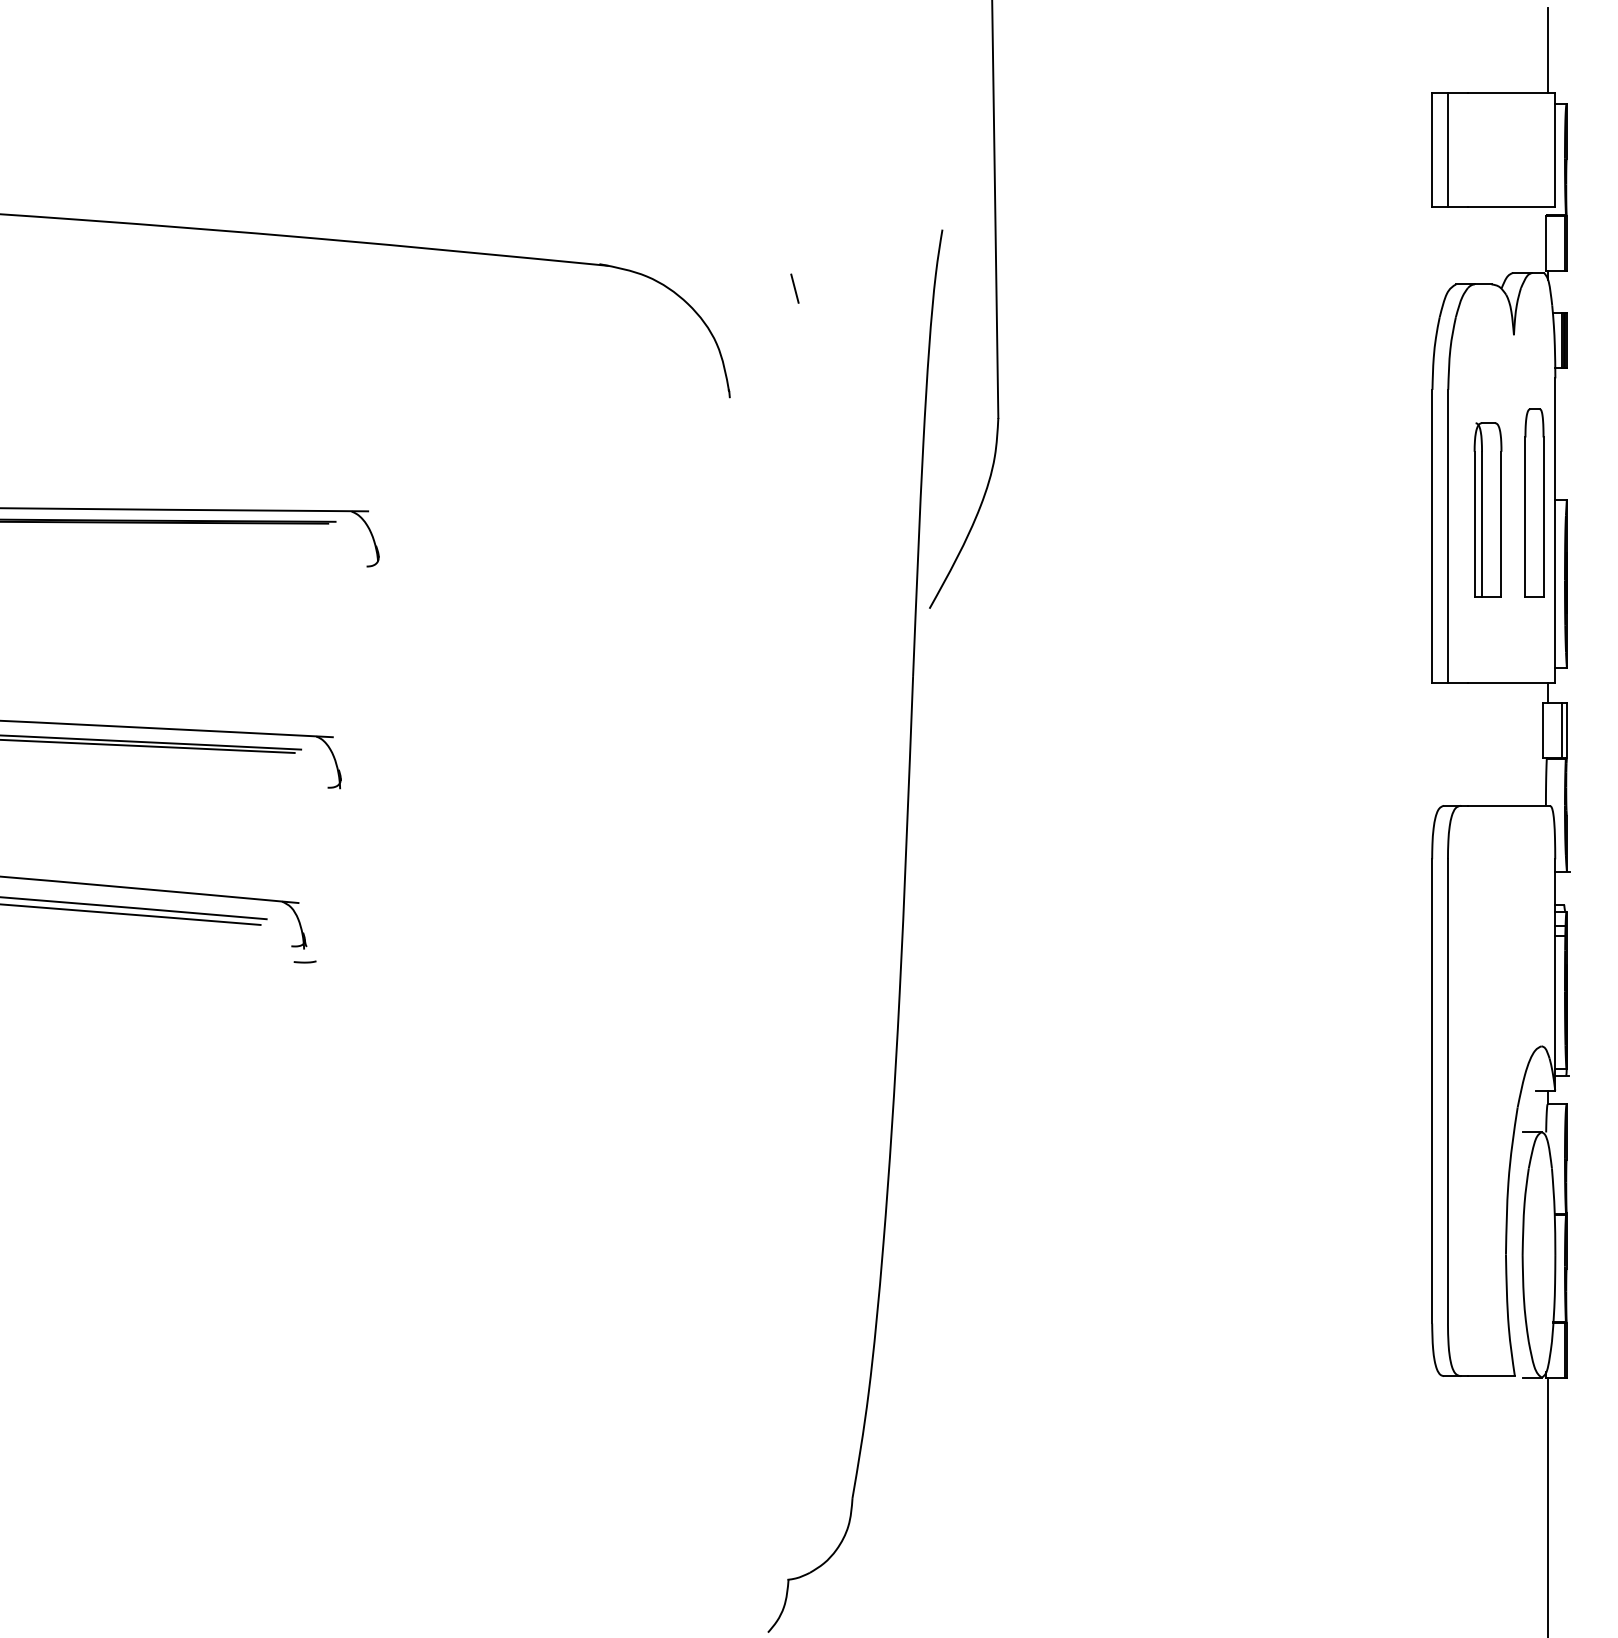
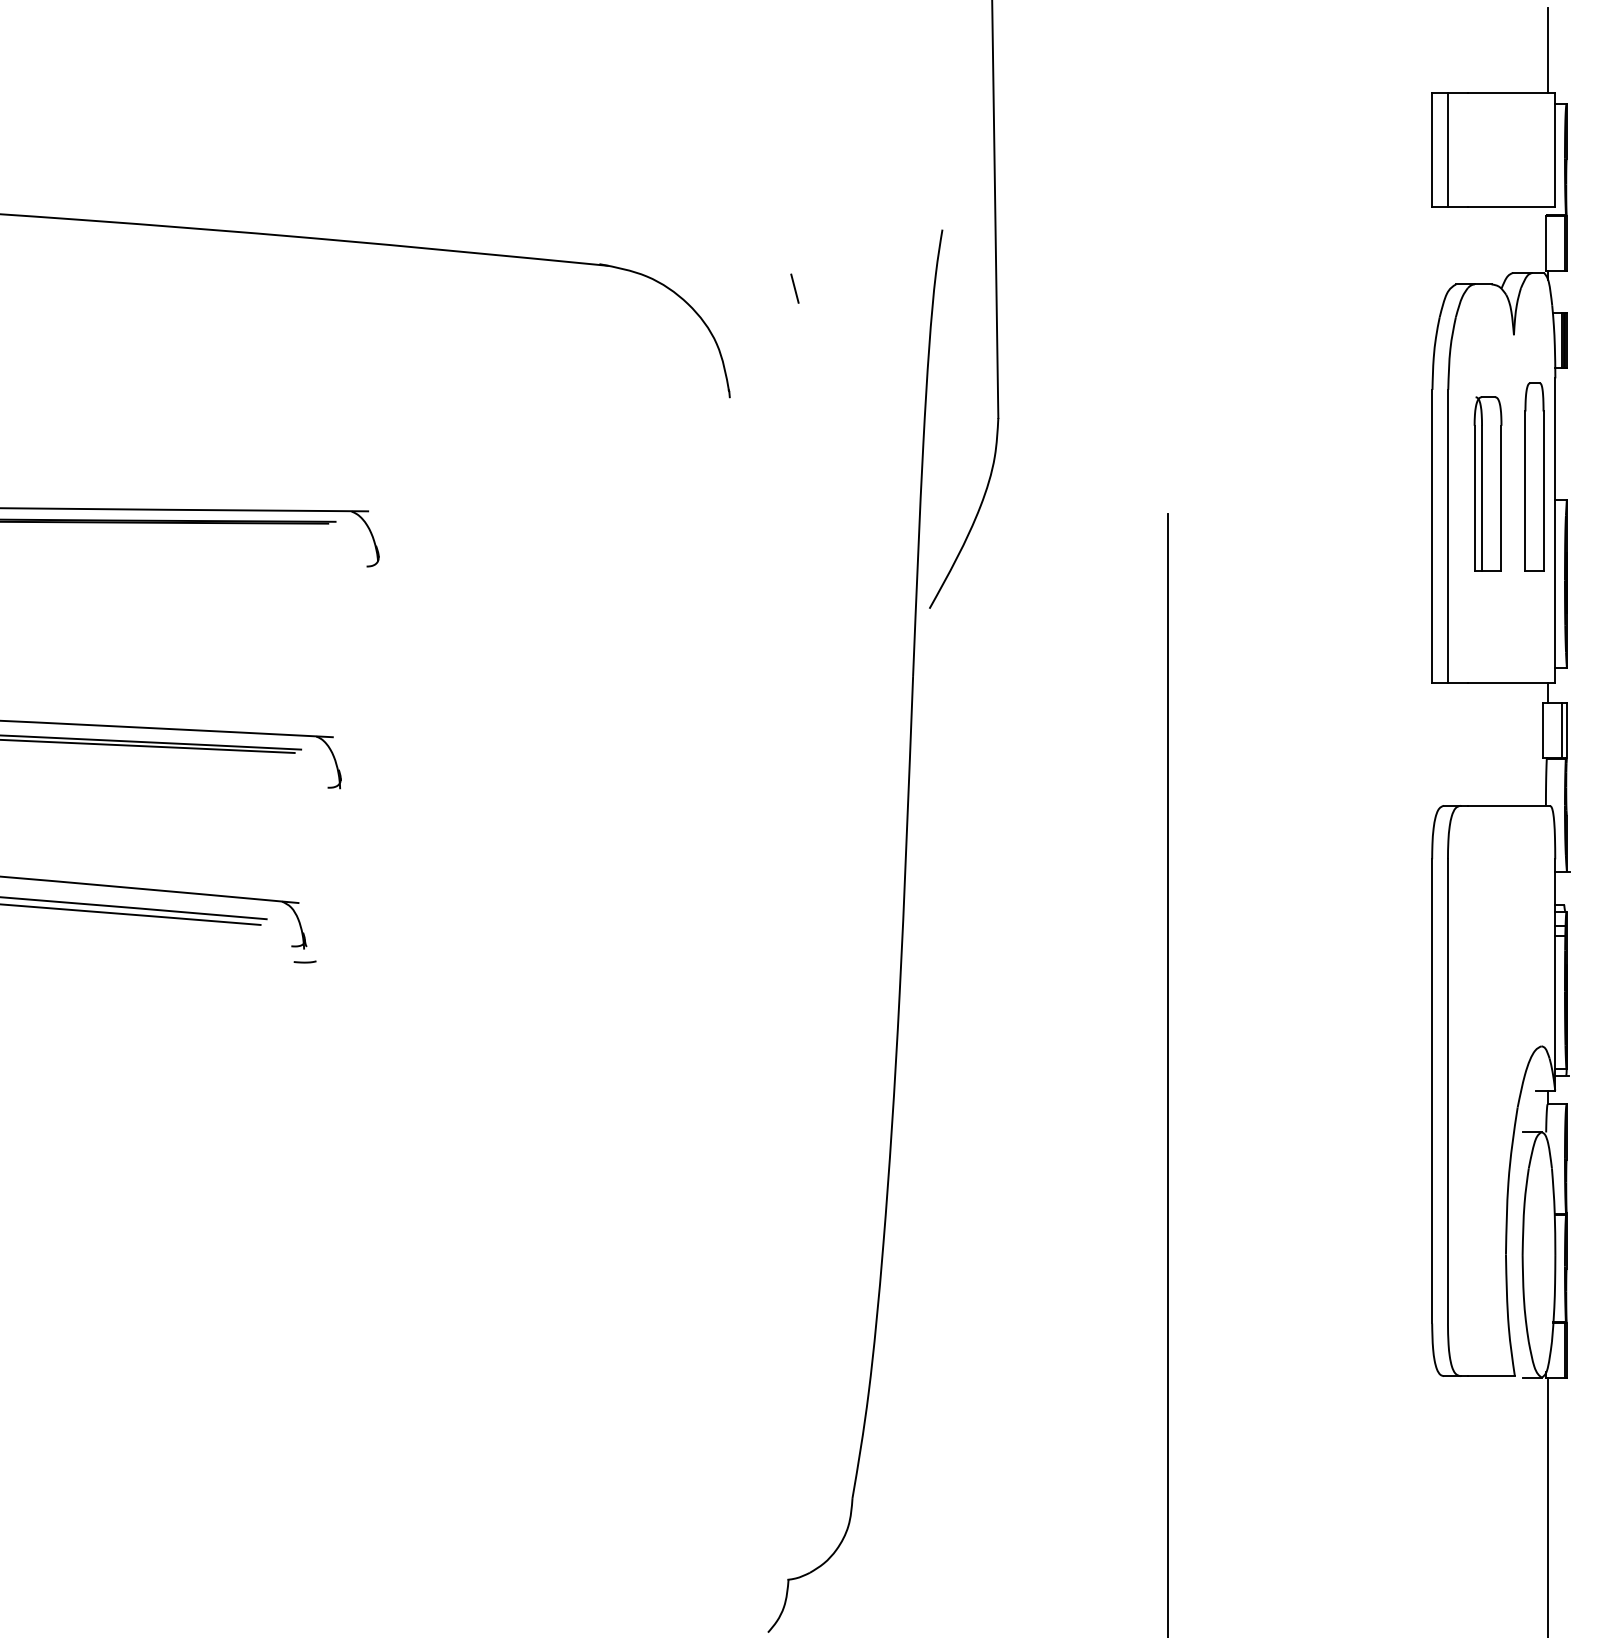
part at (1534, 502) position: (1534, 502) -> (1534, 476)
part at (1487, 509) position: (1487, 509) -> (1487, 483)
line at (1167, 1073): none -> present
